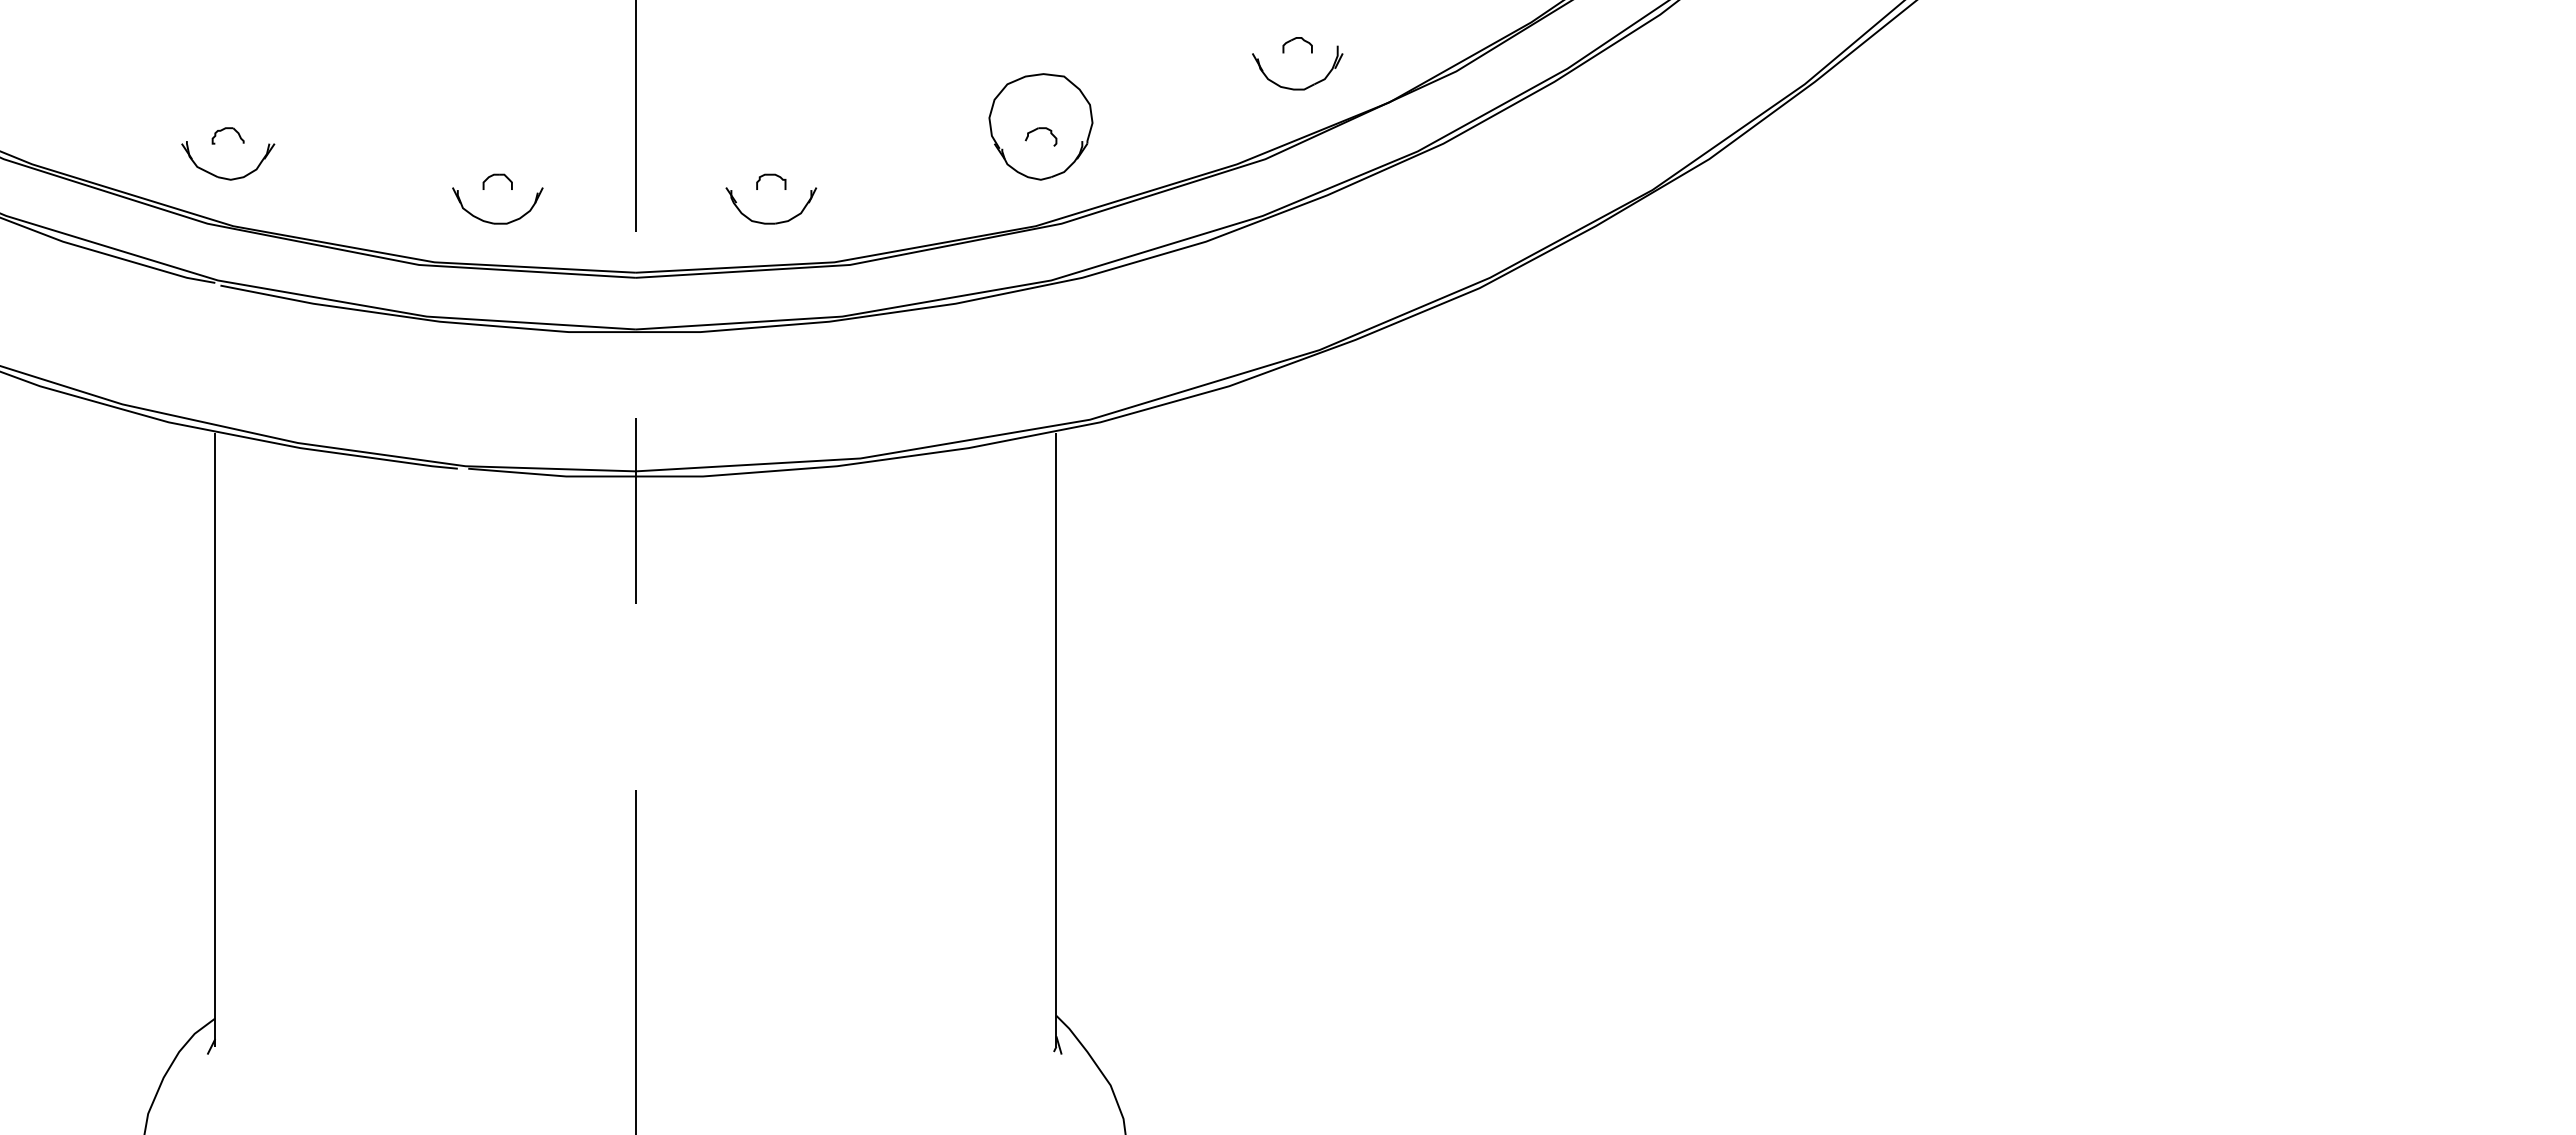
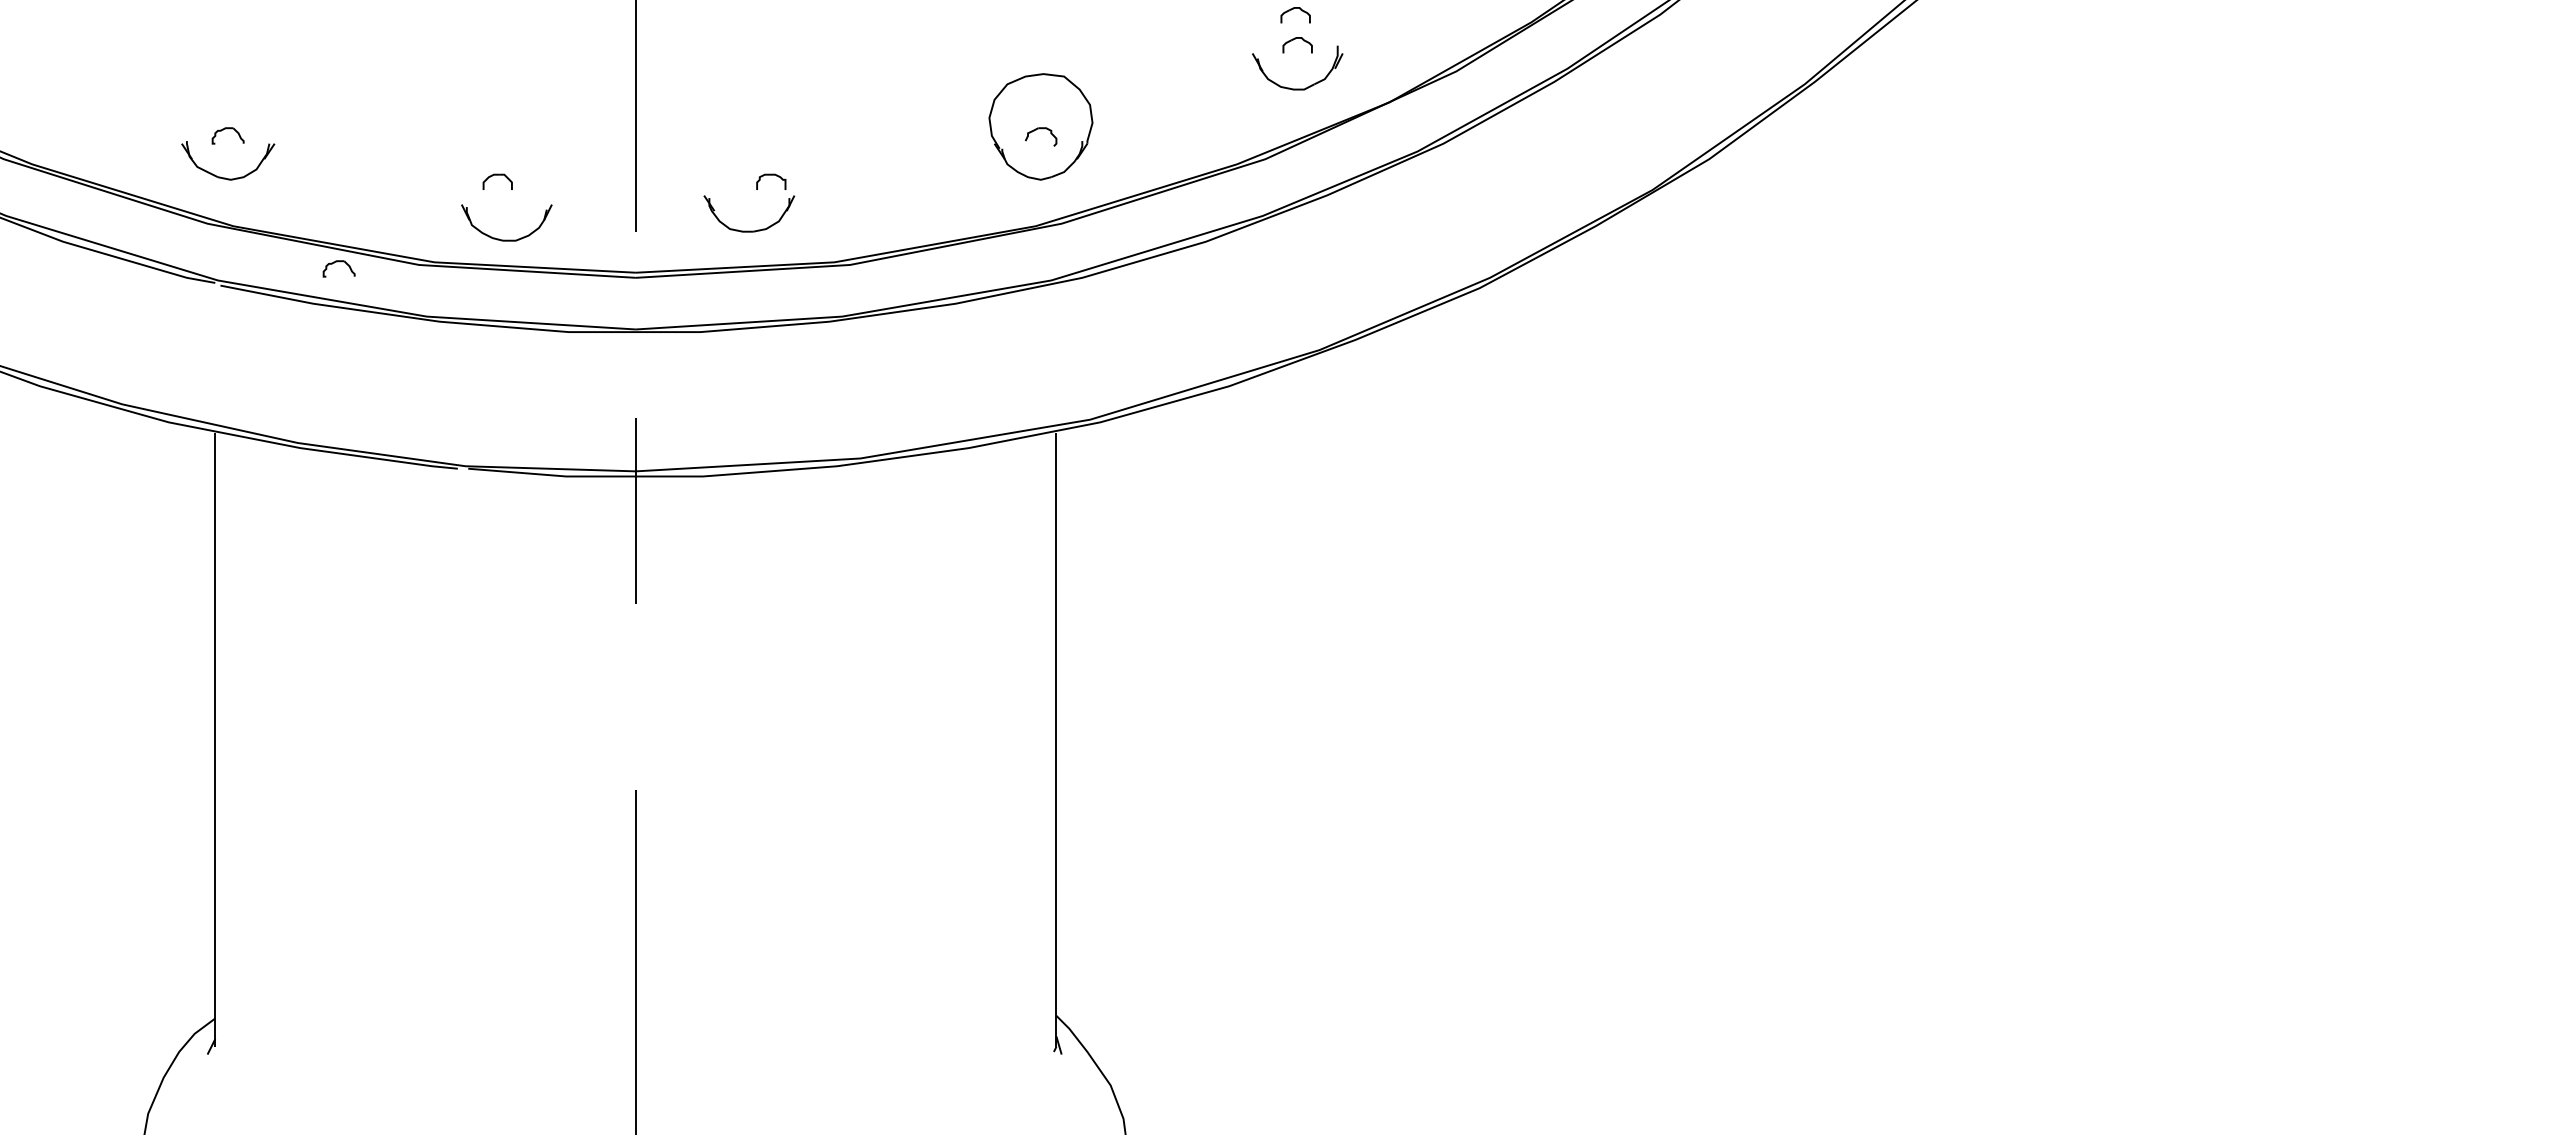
part at (1293, 9): none -> present
part at (497, 222) position: (497, 222) -> (506, 239)
part at (771, 222) position: (771, 222) -> (749, 230)
part at (338, 268): none -> present
